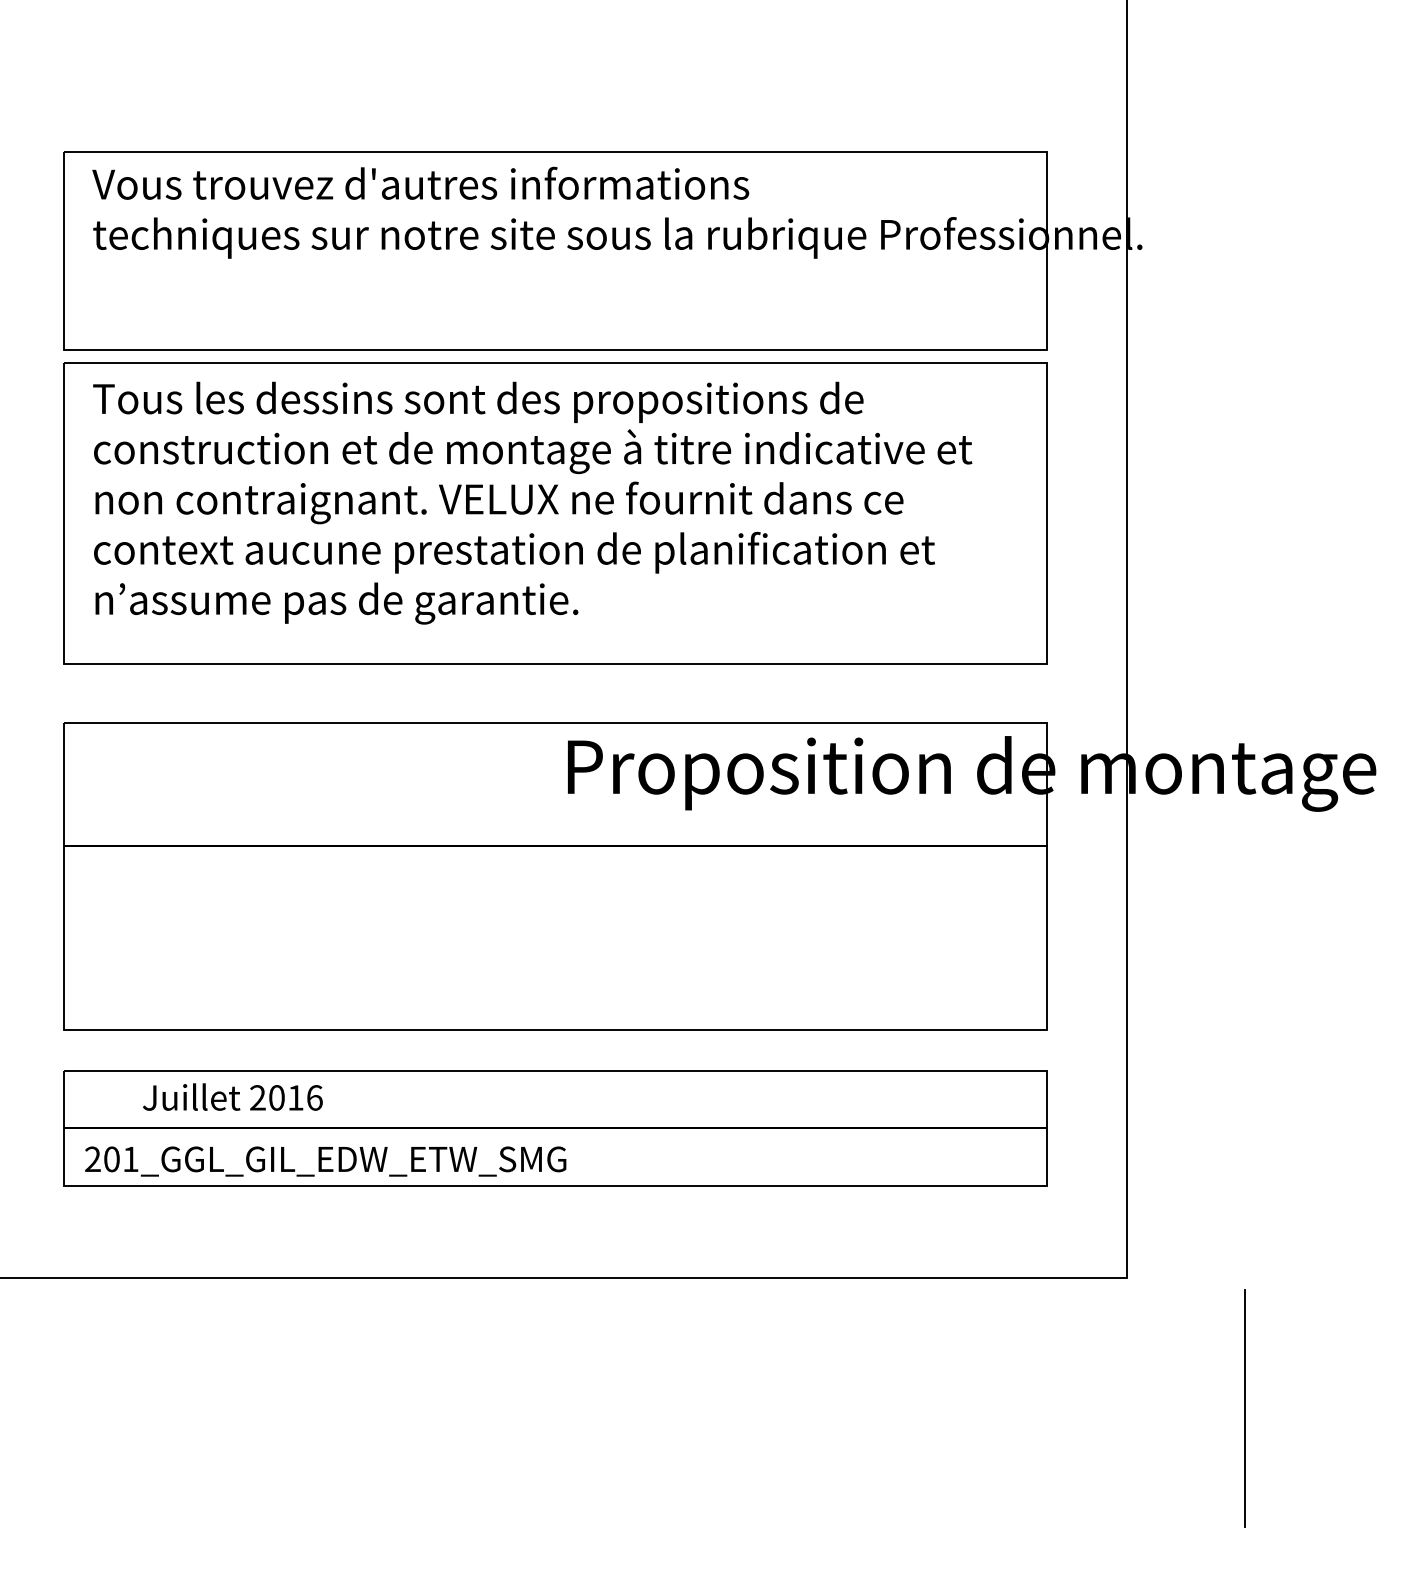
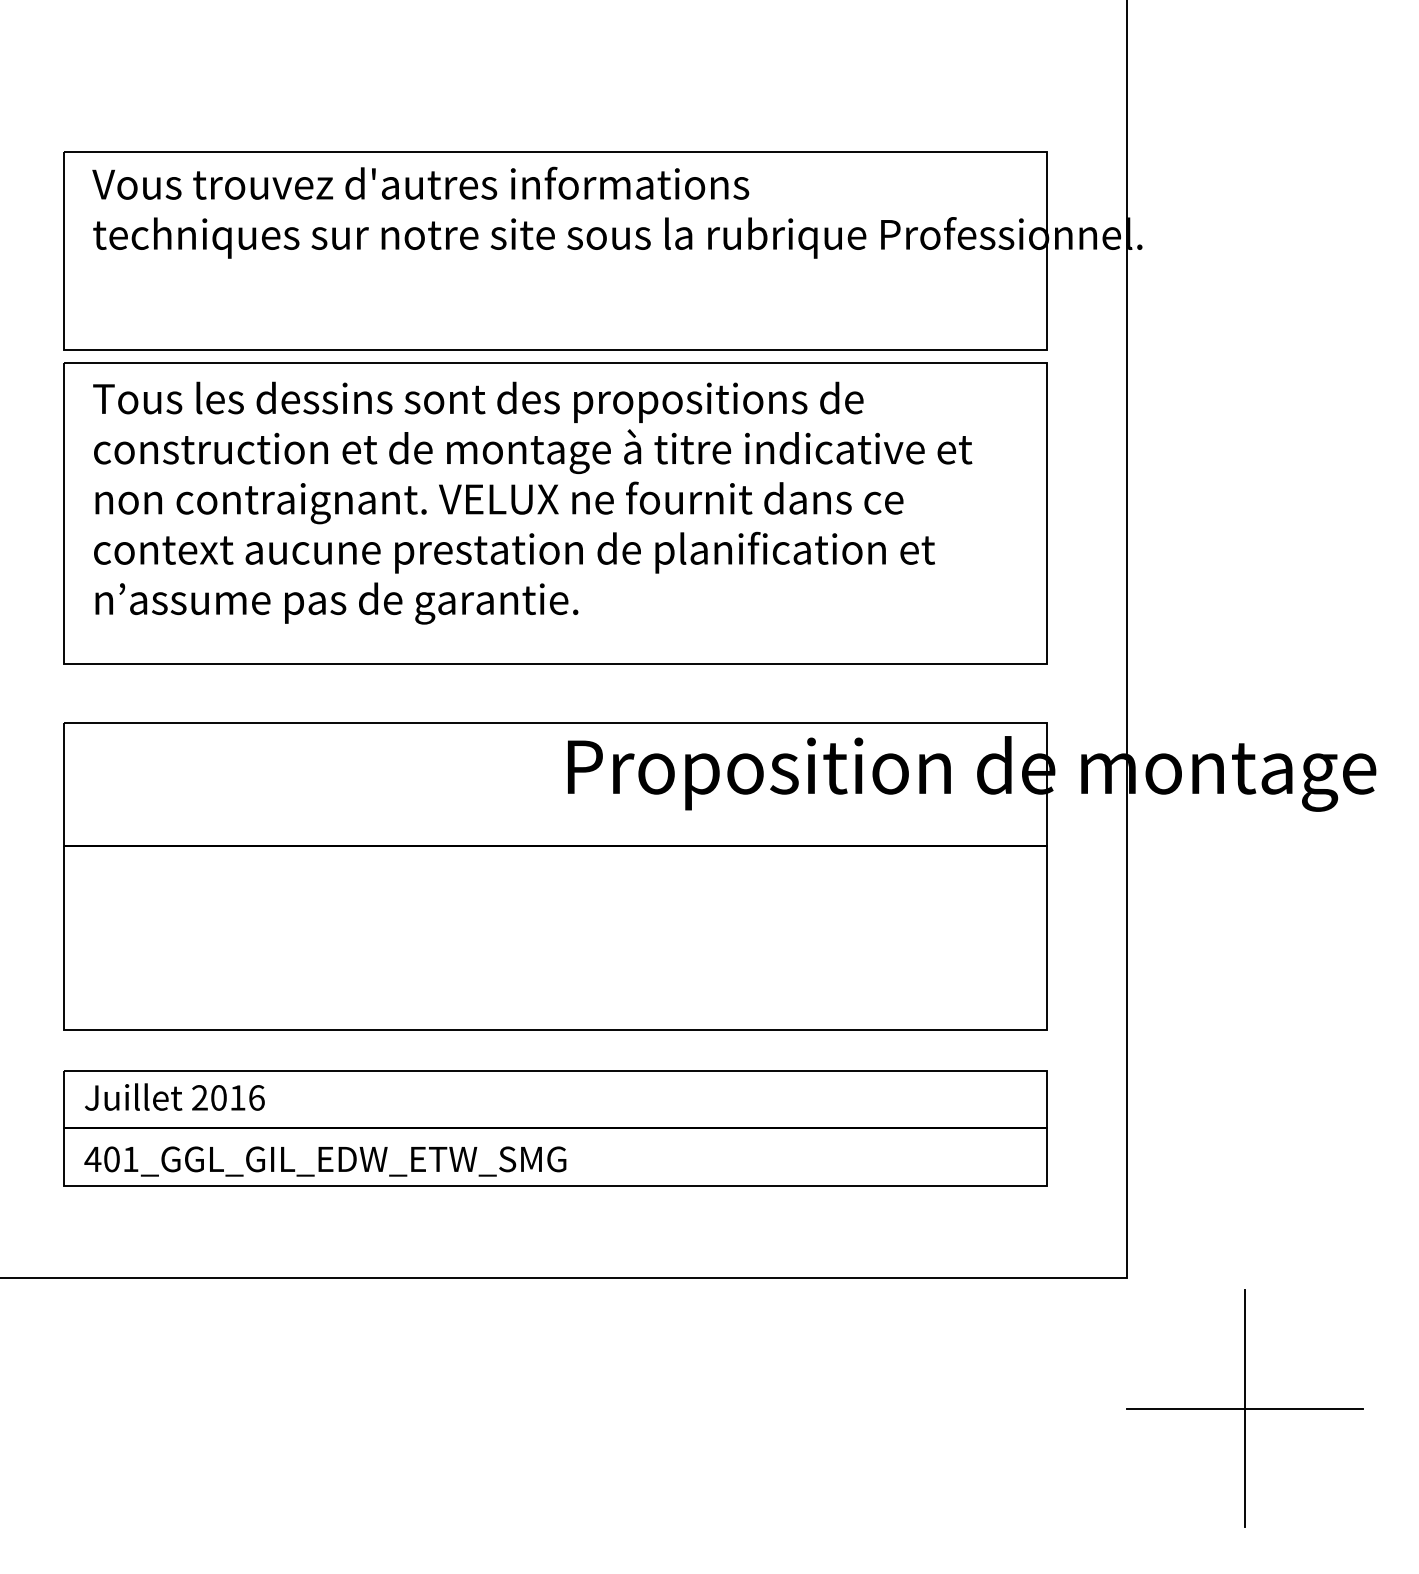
text at (232, 1096) position: (232, 1096) -> (174, 1096)
text at (92, 1158): 201_GGL_GIL_EDW_ETW_SMG -> 401_GGL_GIL_EDW_ETW_SMG
line at (1245, 1408): none -> present
